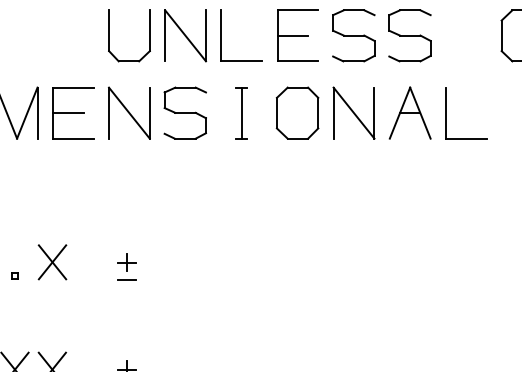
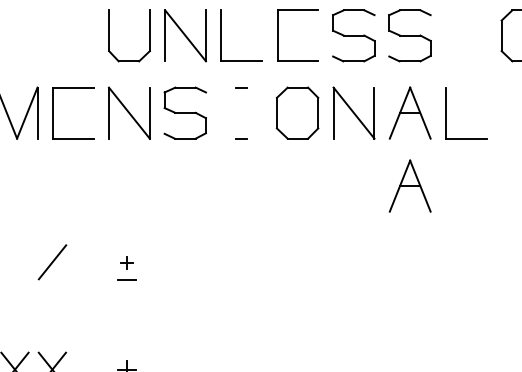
line at (292, 35): present -> none
line at (67, 112): present -> none
line at (241, 112): present -> none
part at (409, 185): none -> present
line at (52, 262): present -> none
part at (126, 262) size: 20x19 px -> 14x14 px
part at (14, 275): present -> none
